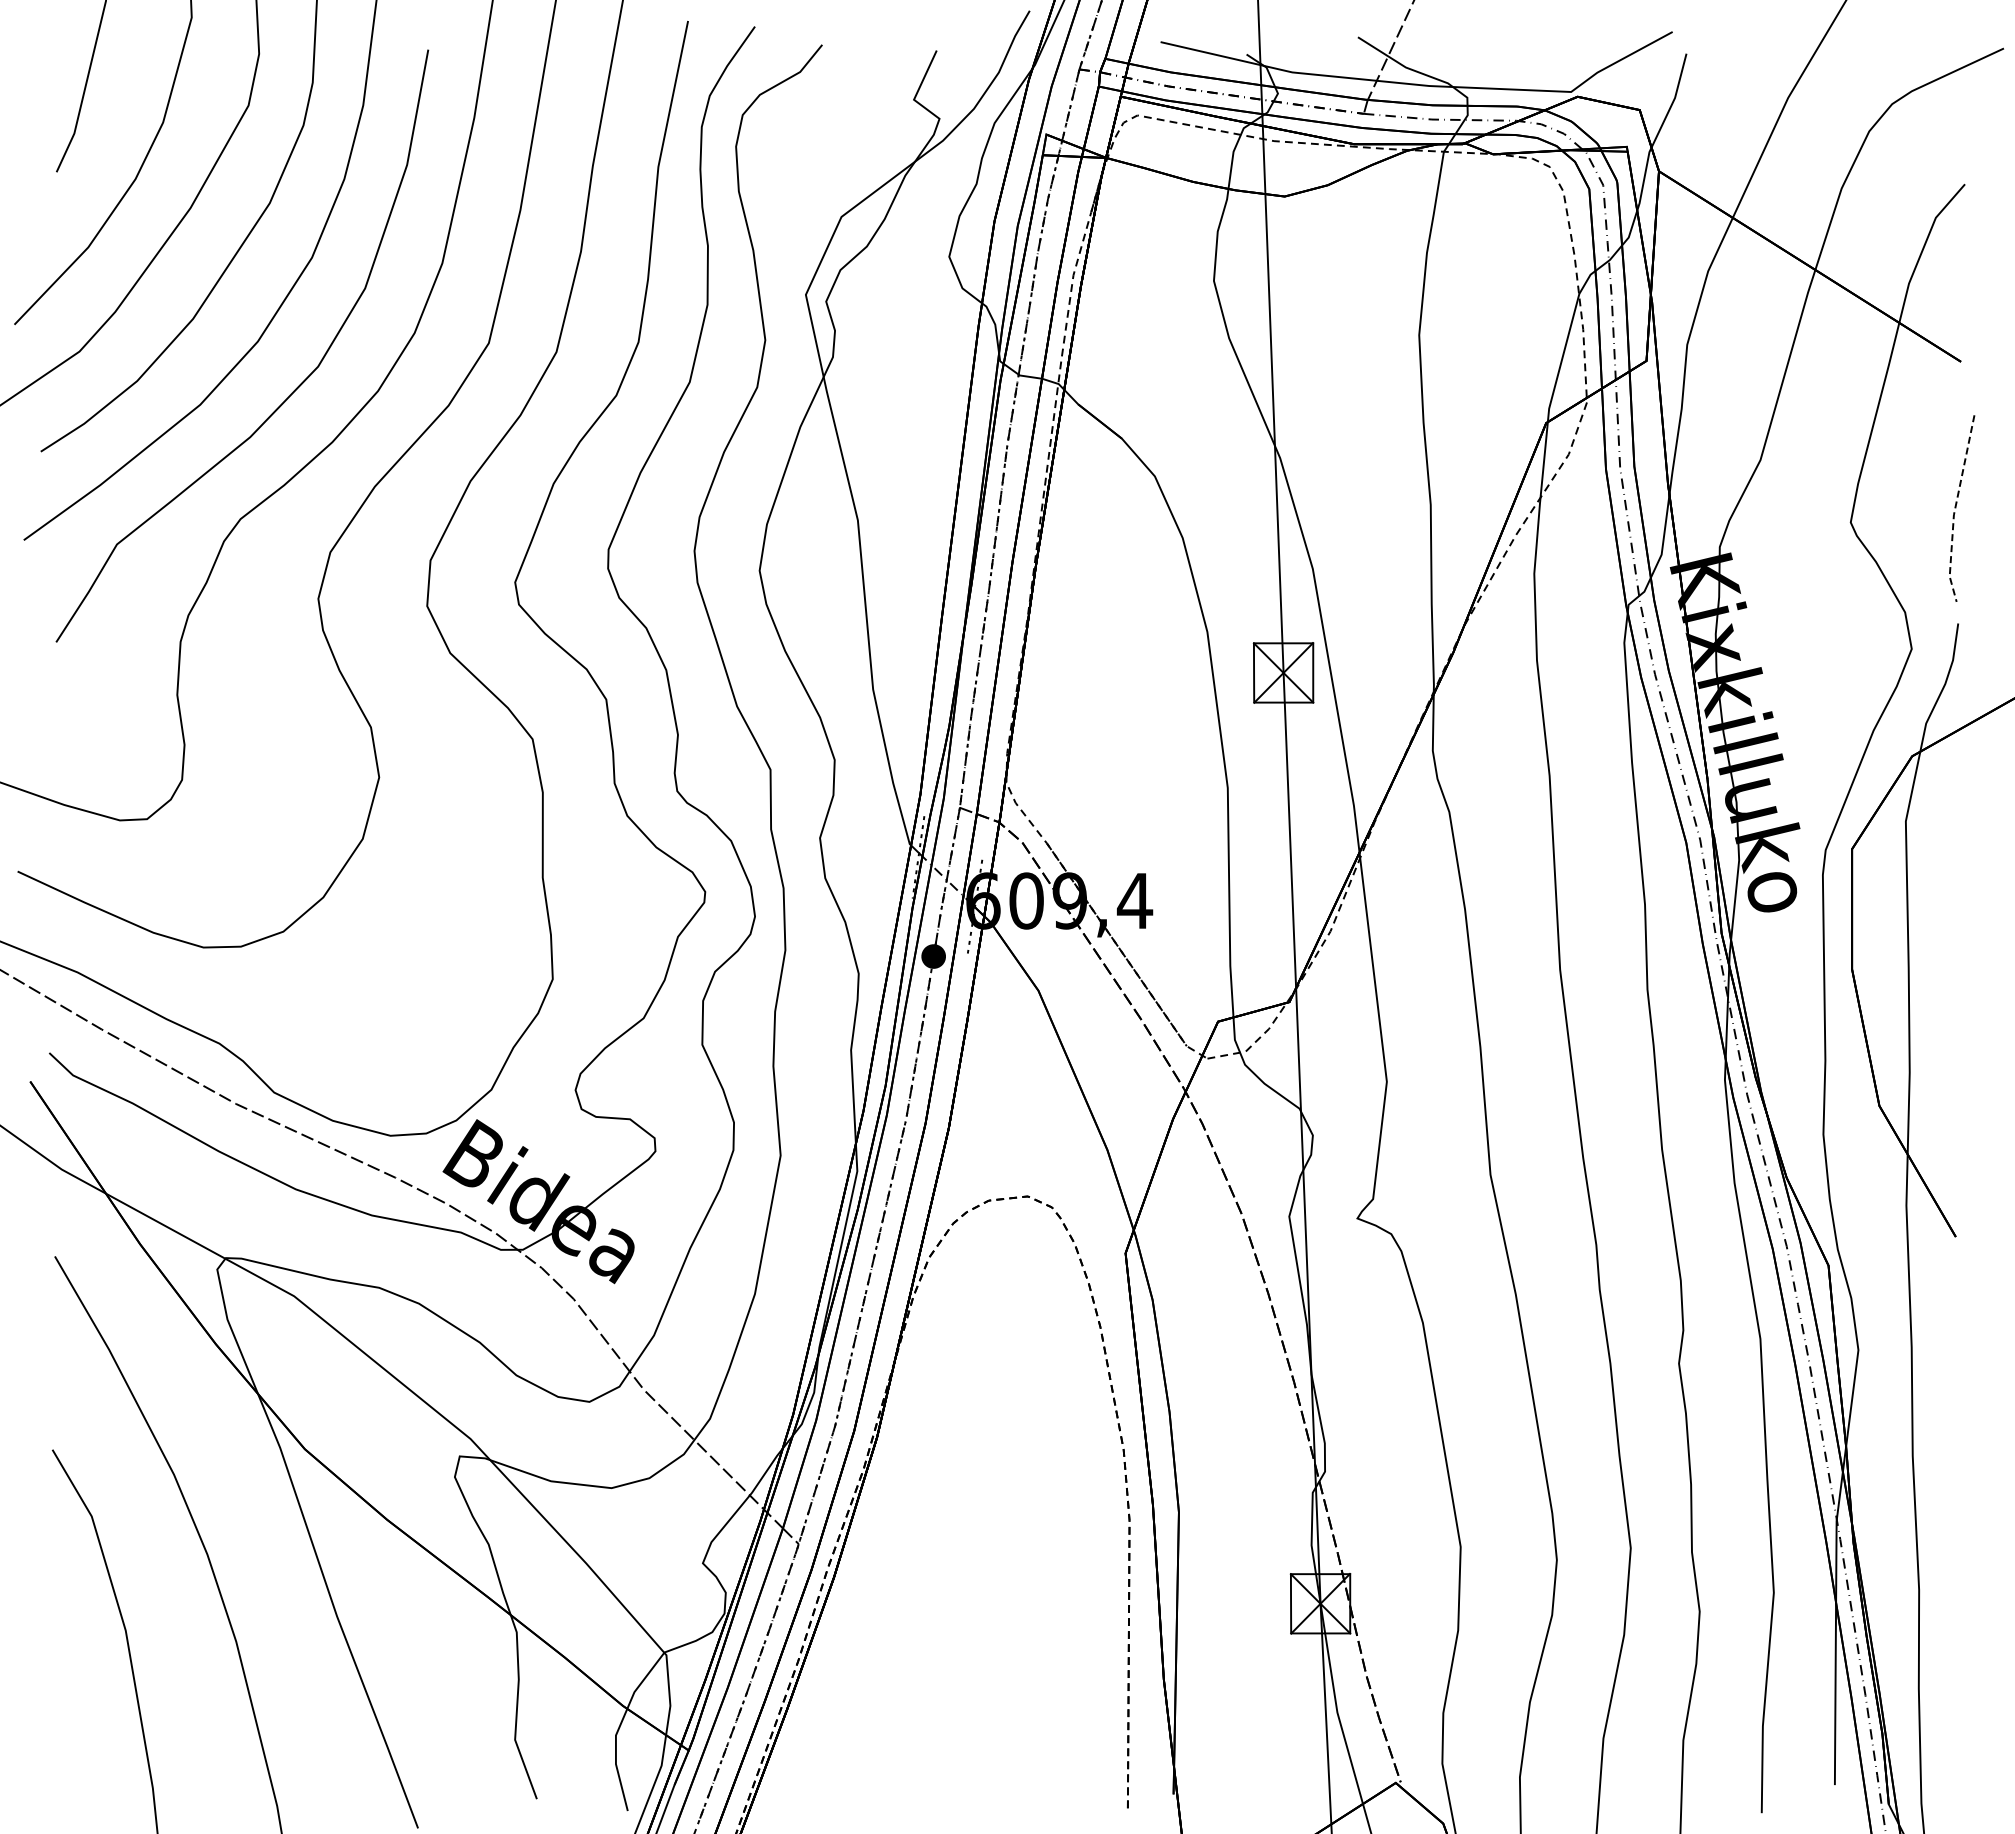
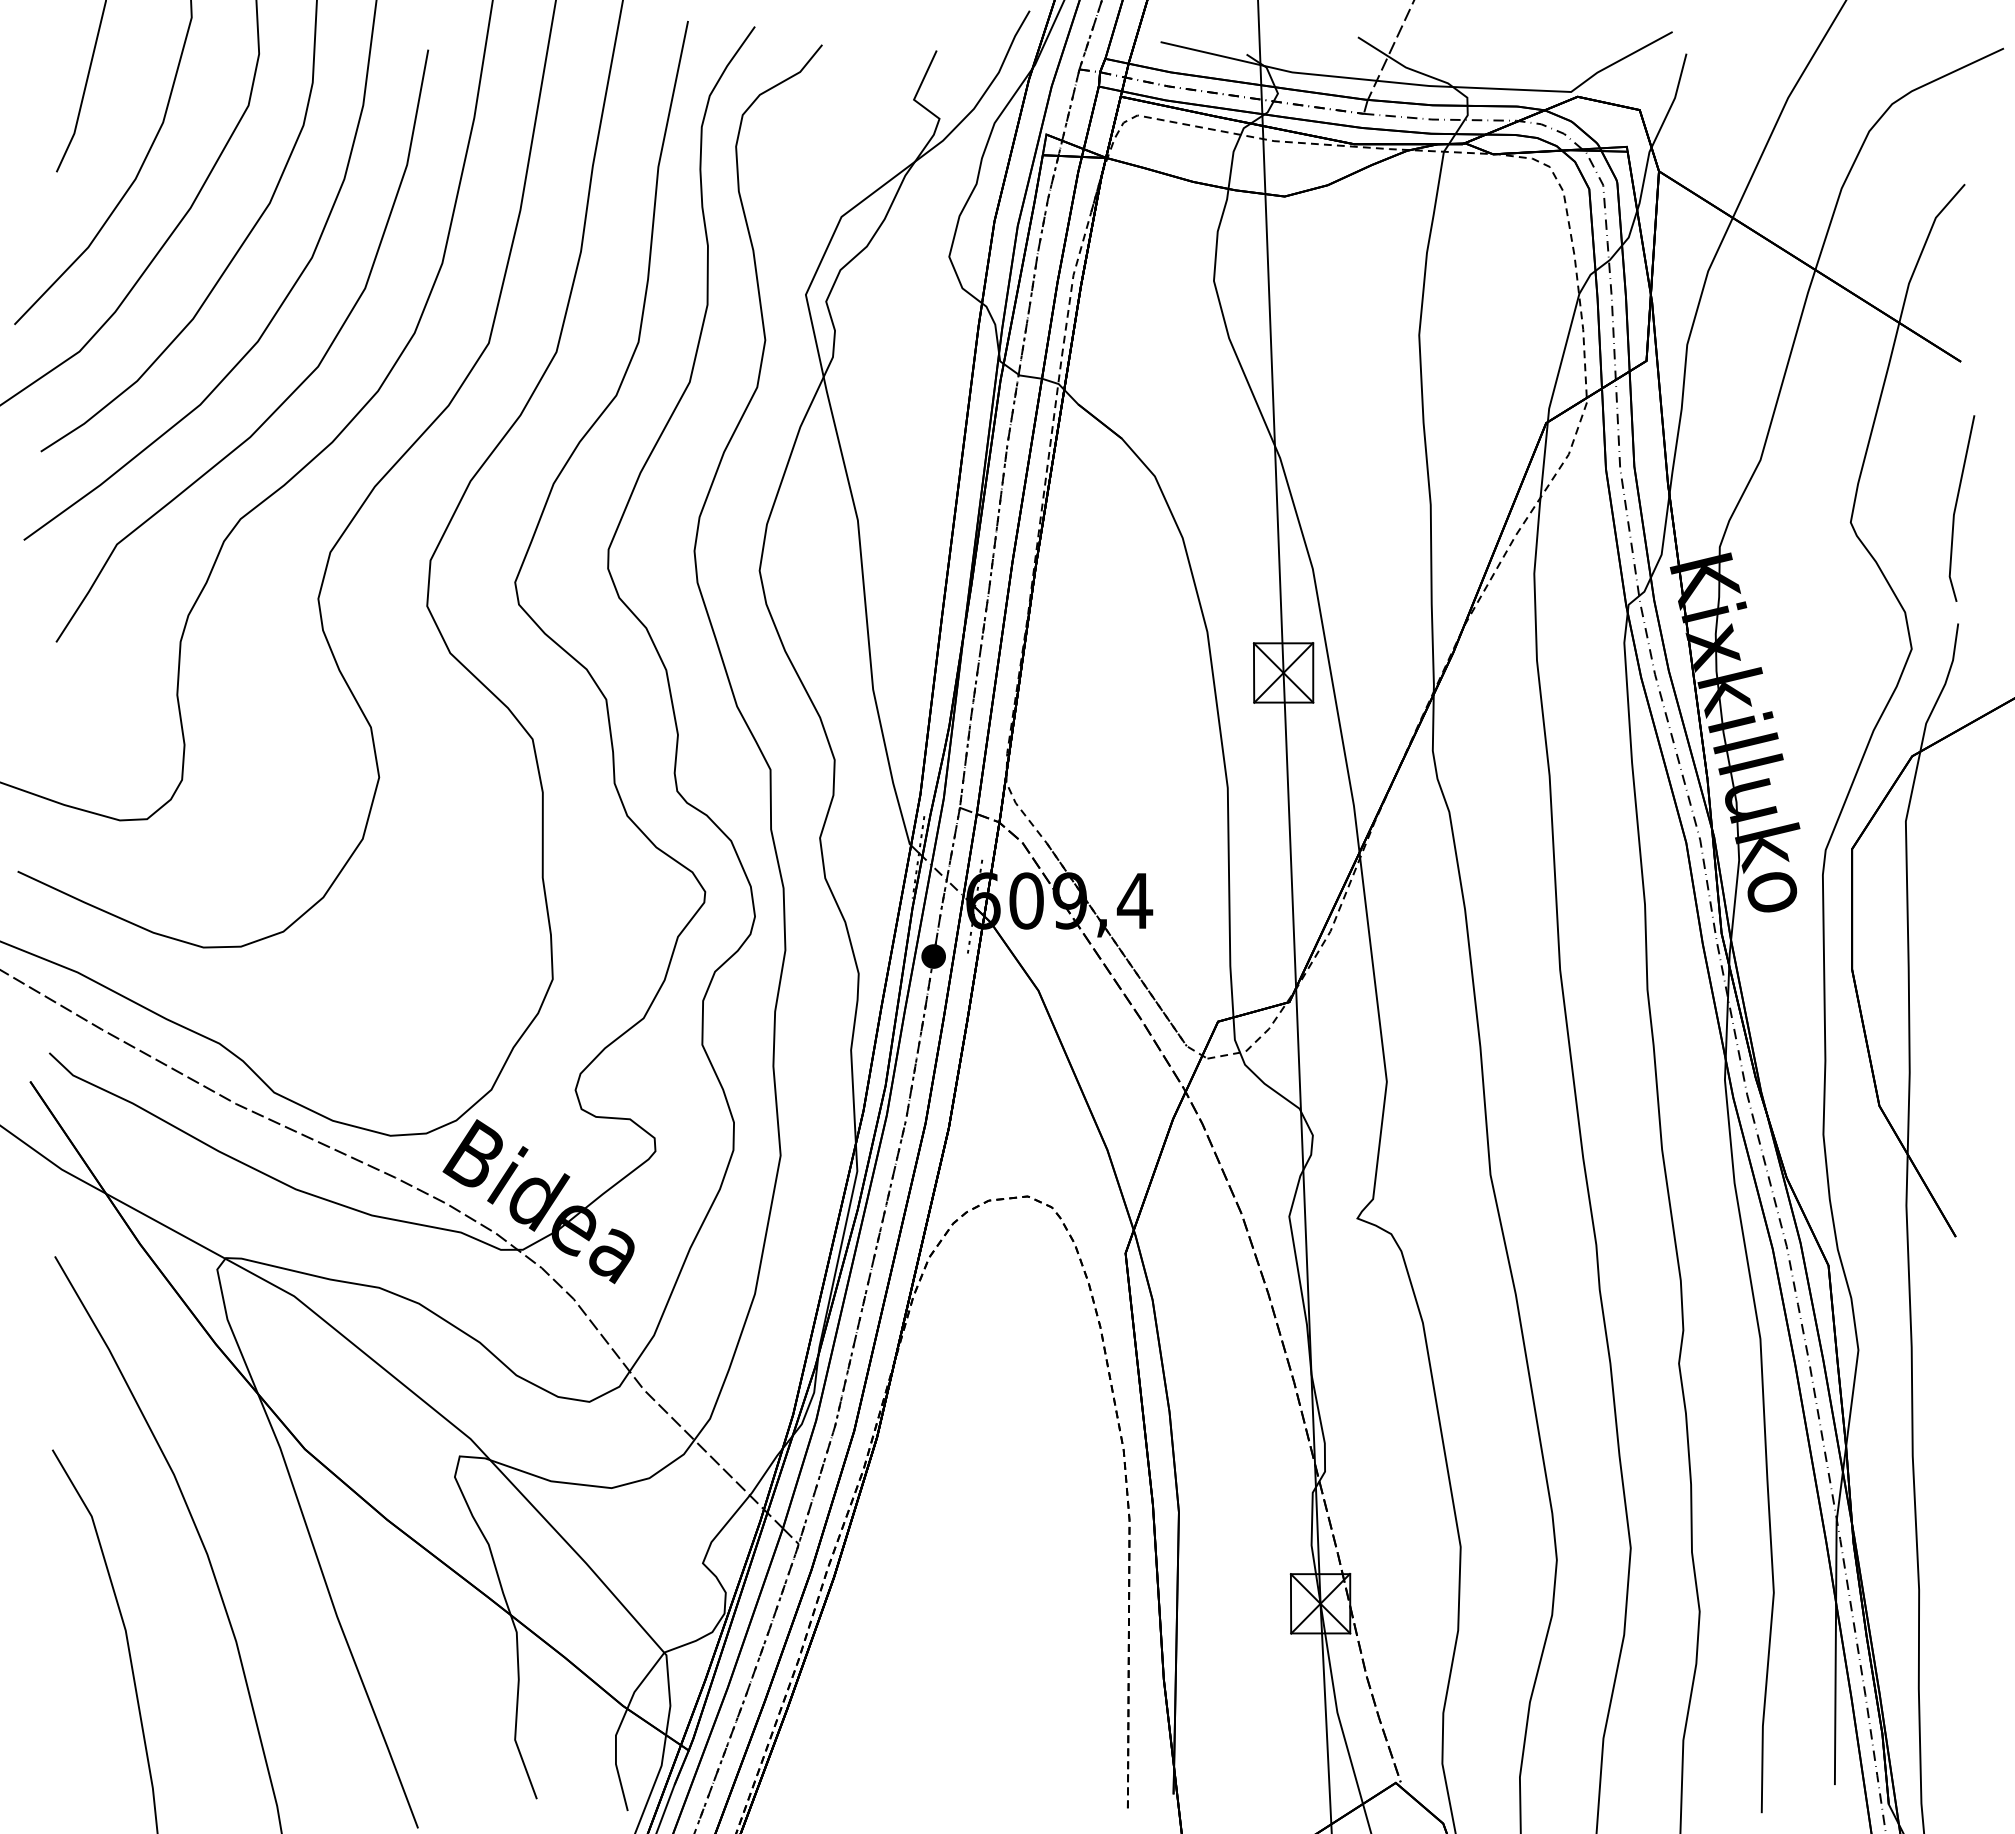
line at (1954, 510): dashed -> solid
